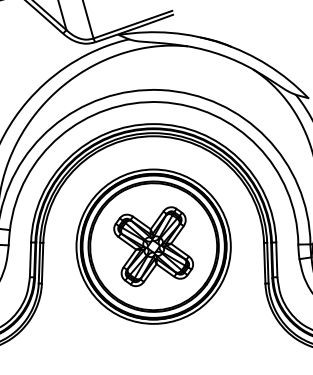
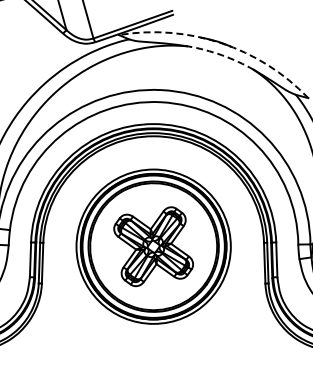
arc at (221, 43): solid -> dashed
arc at (221, 55): solid -> dashed
